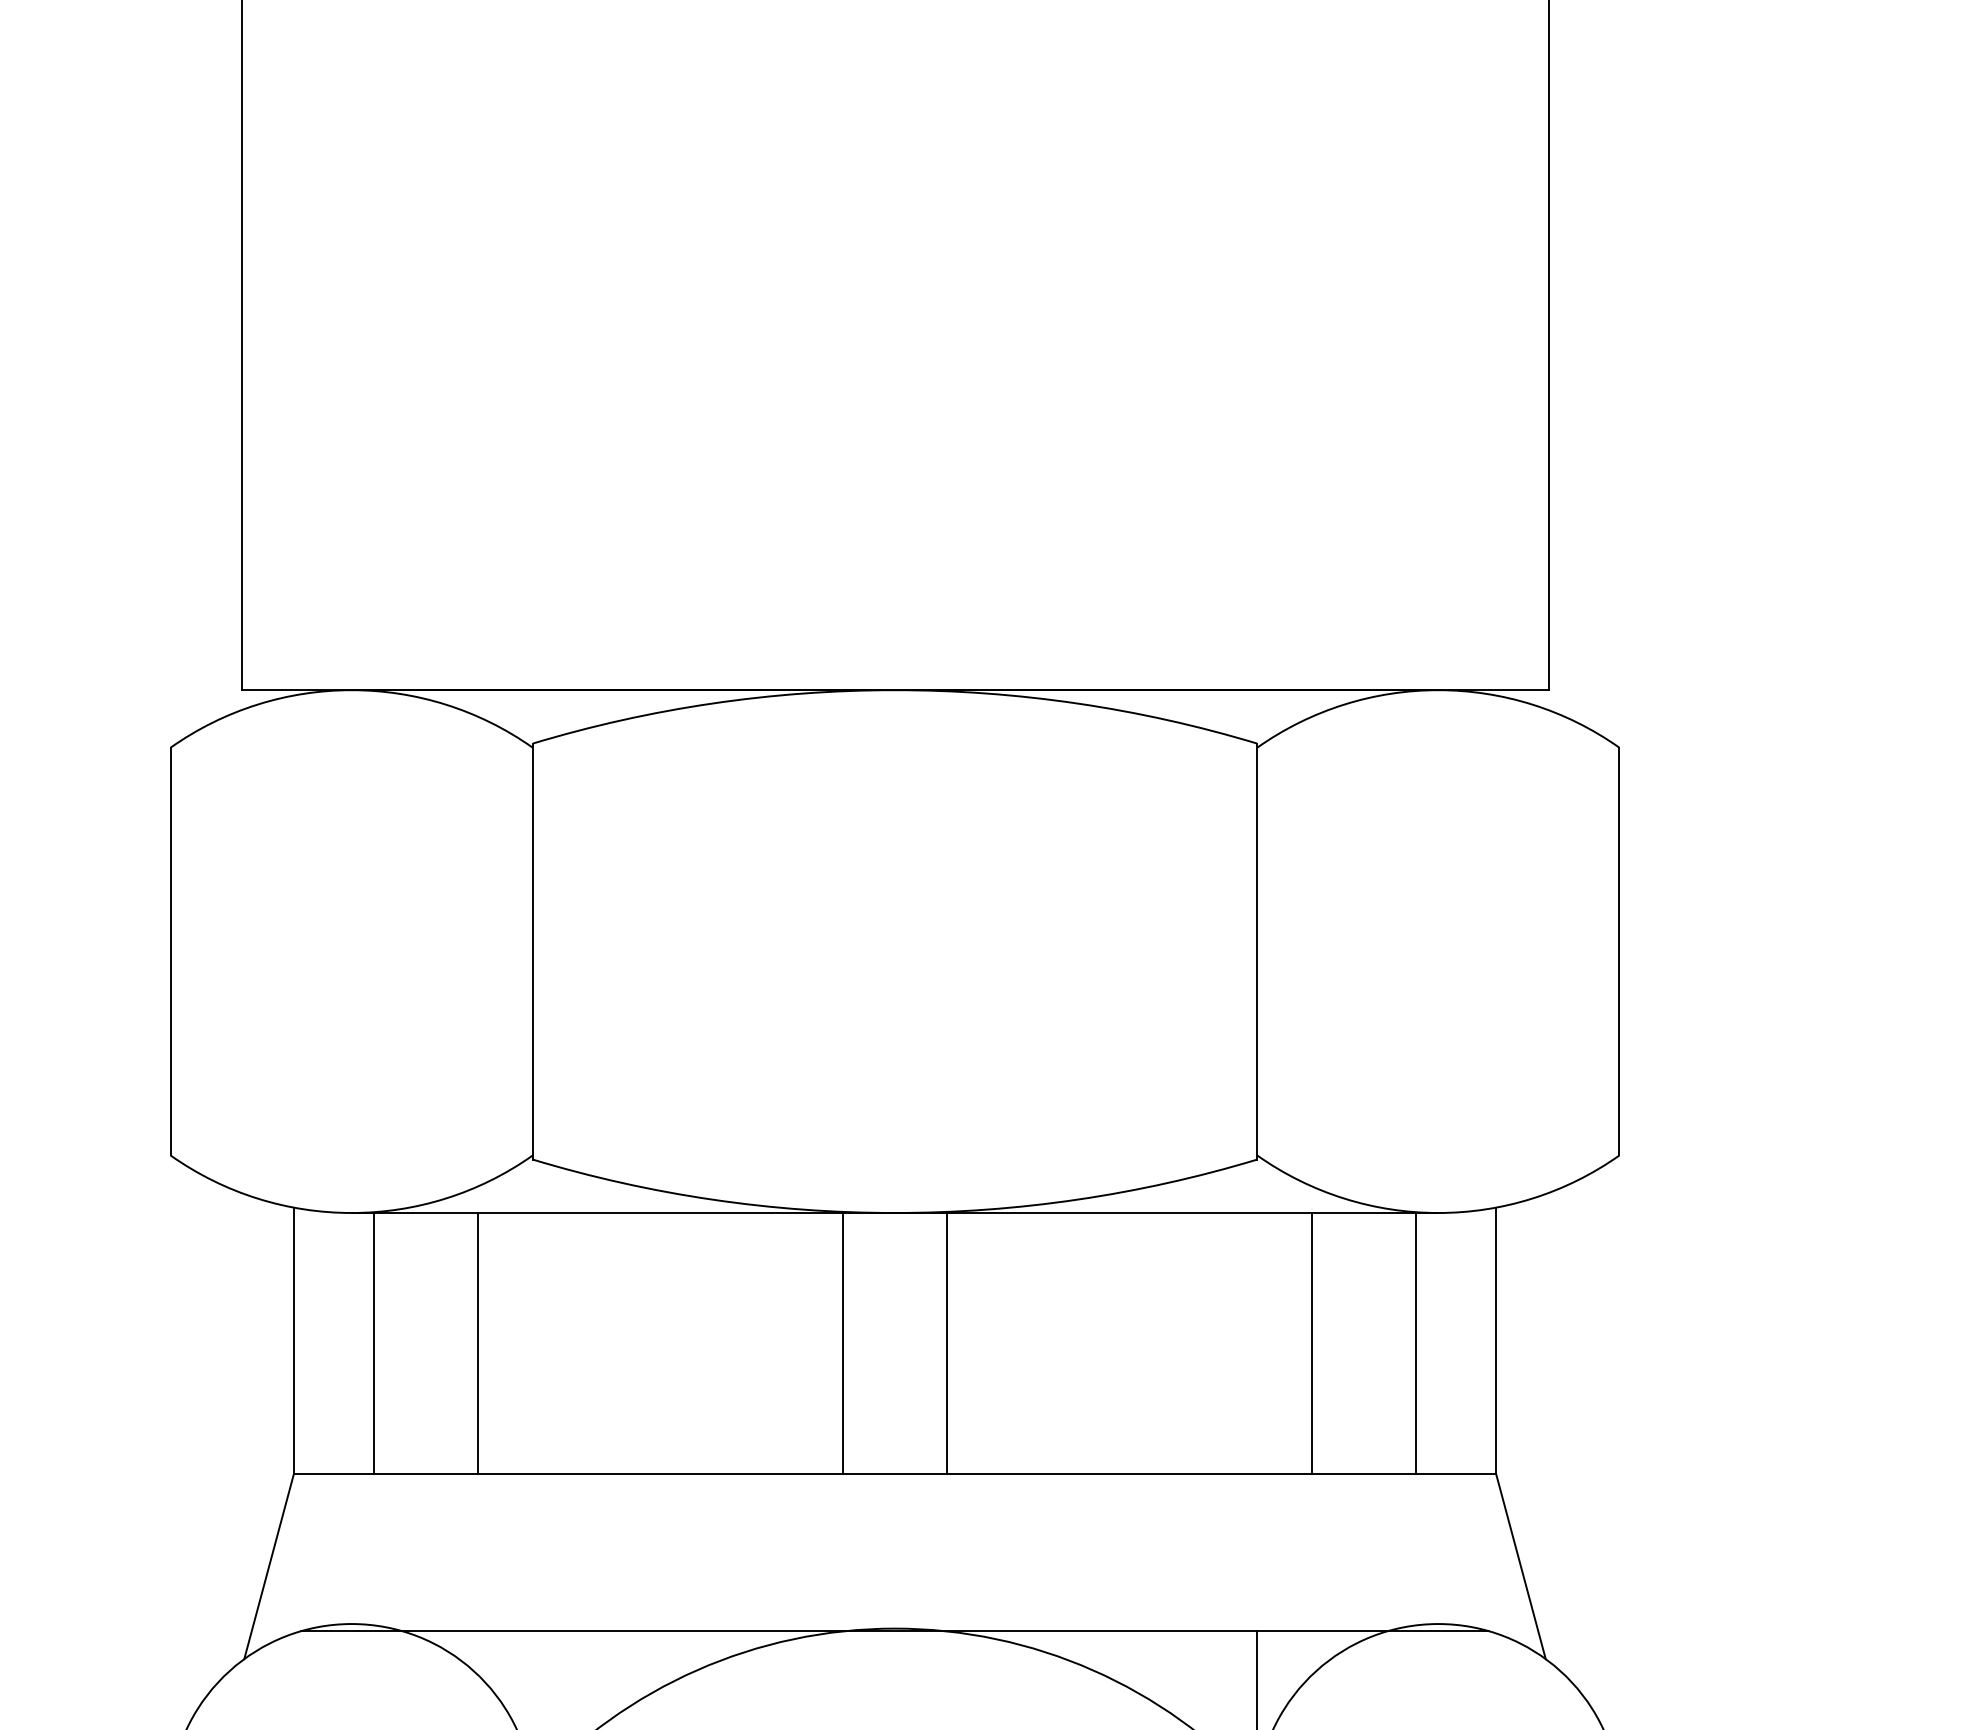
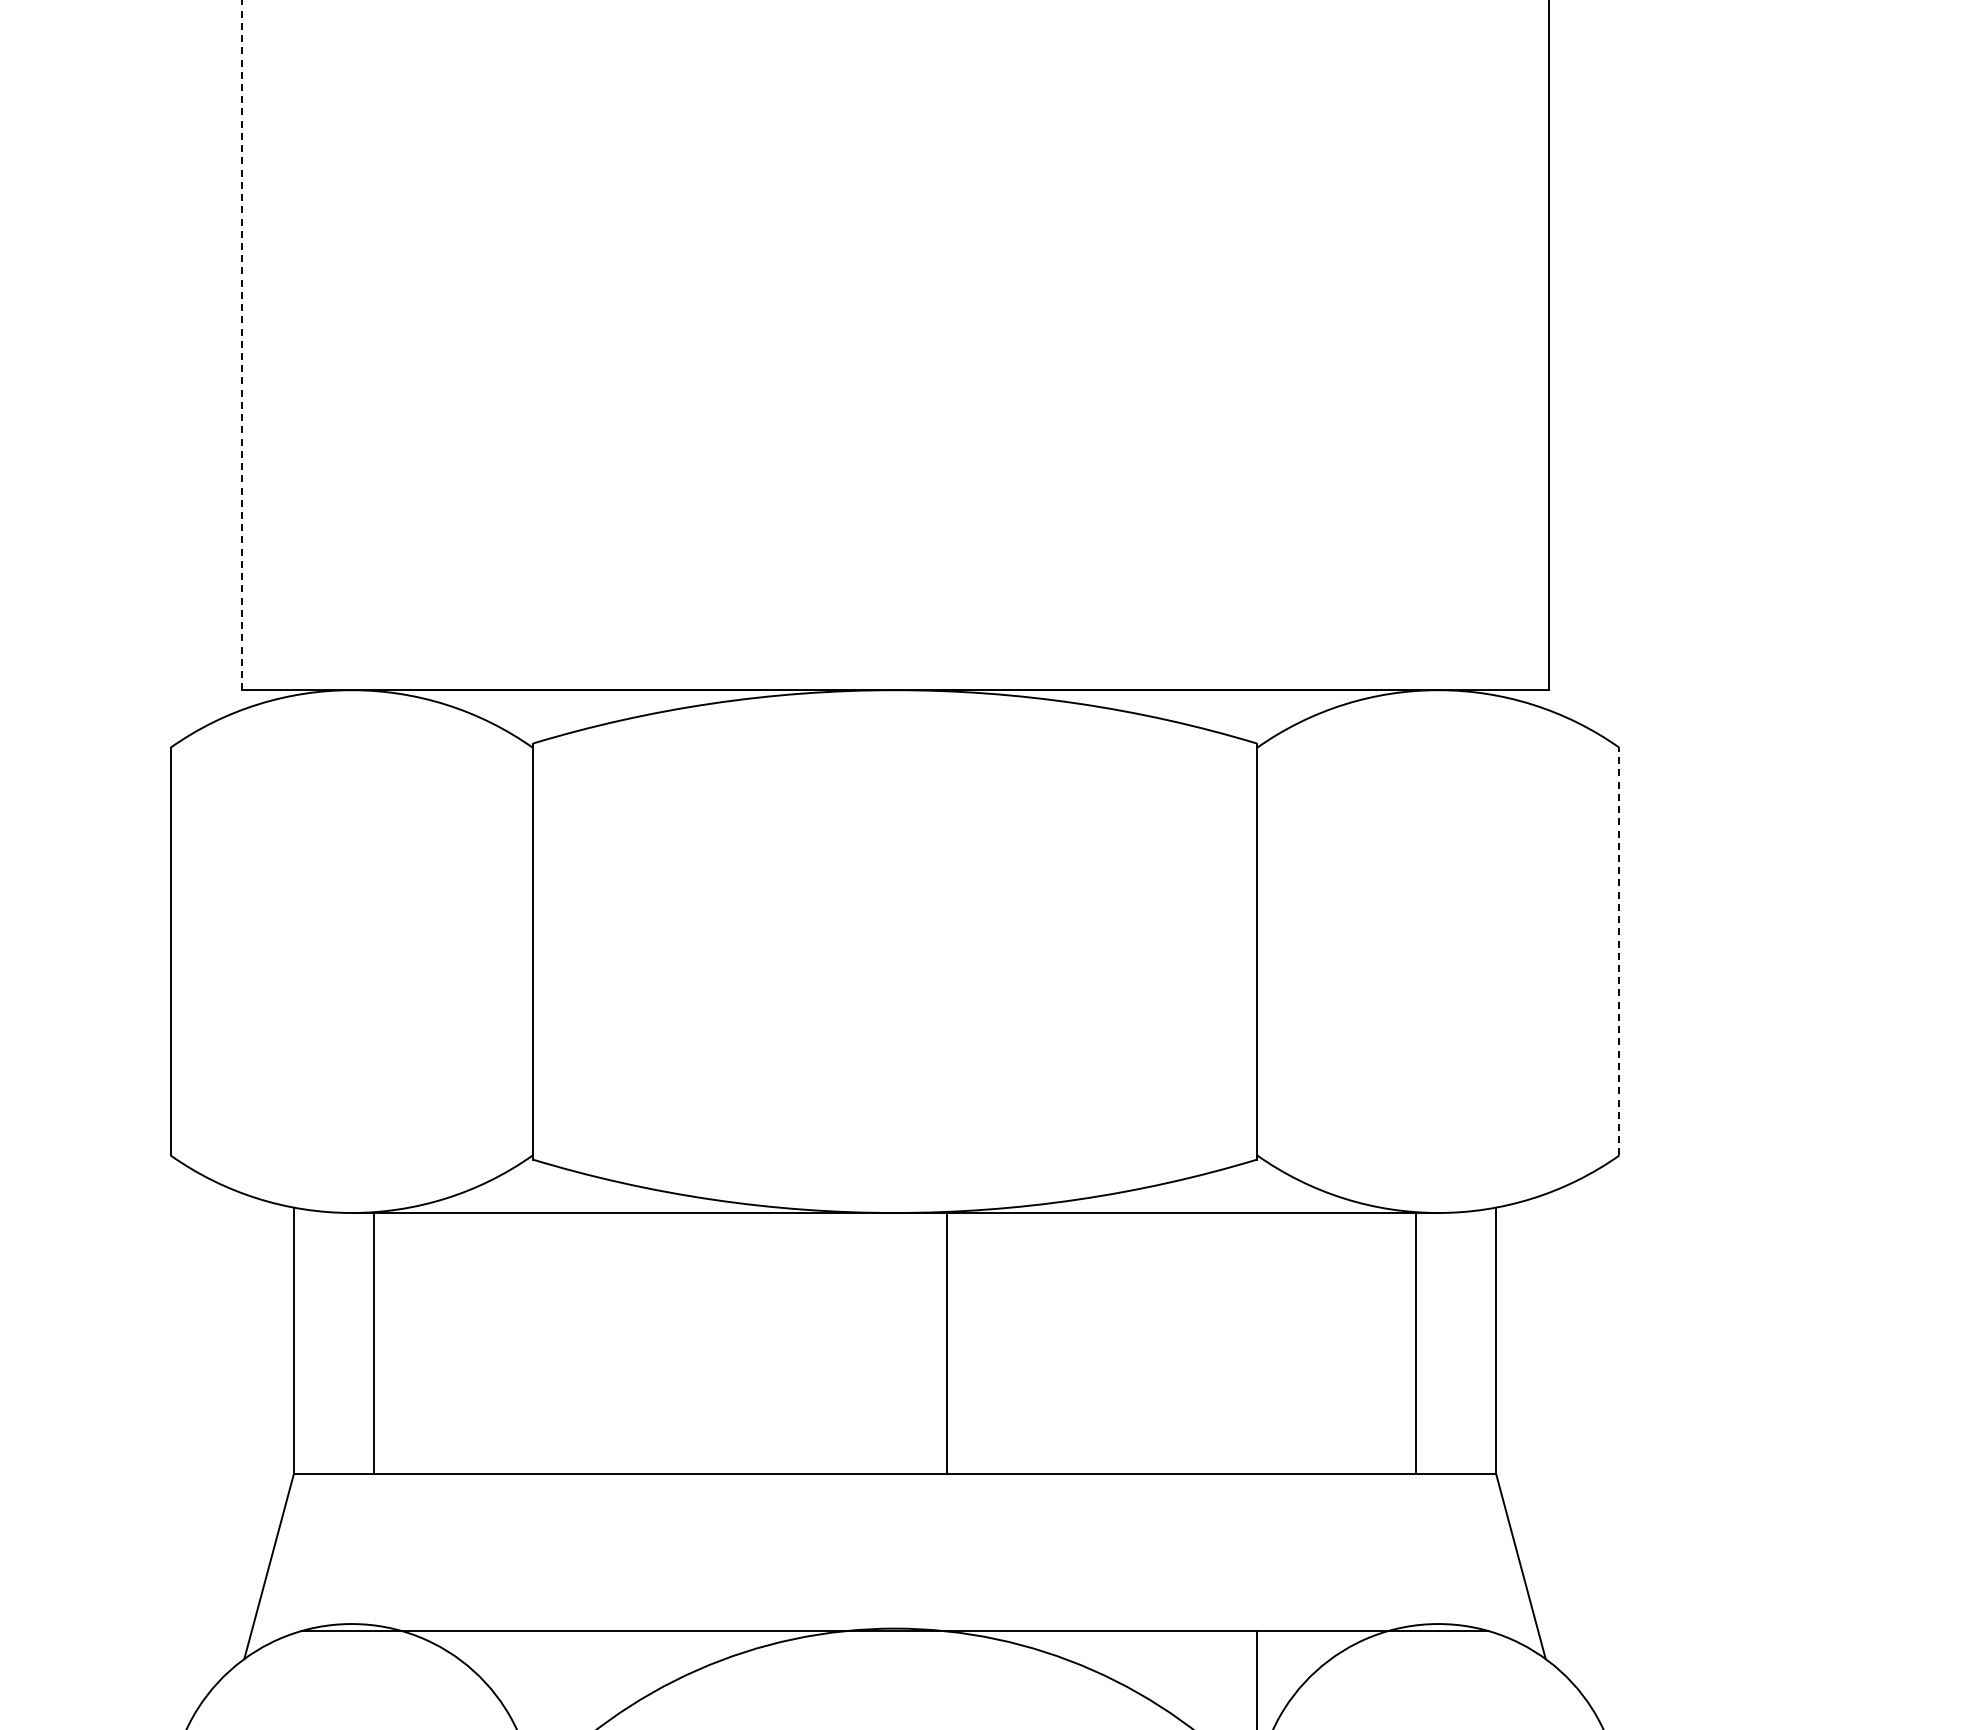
line at (241, 345): solid -> dashed
line at (1619, 951): solid -> dashed
line at (478, 1343): present -> none
line at (842, 1343): present -> none
line at (1311, 1343): present -> none
